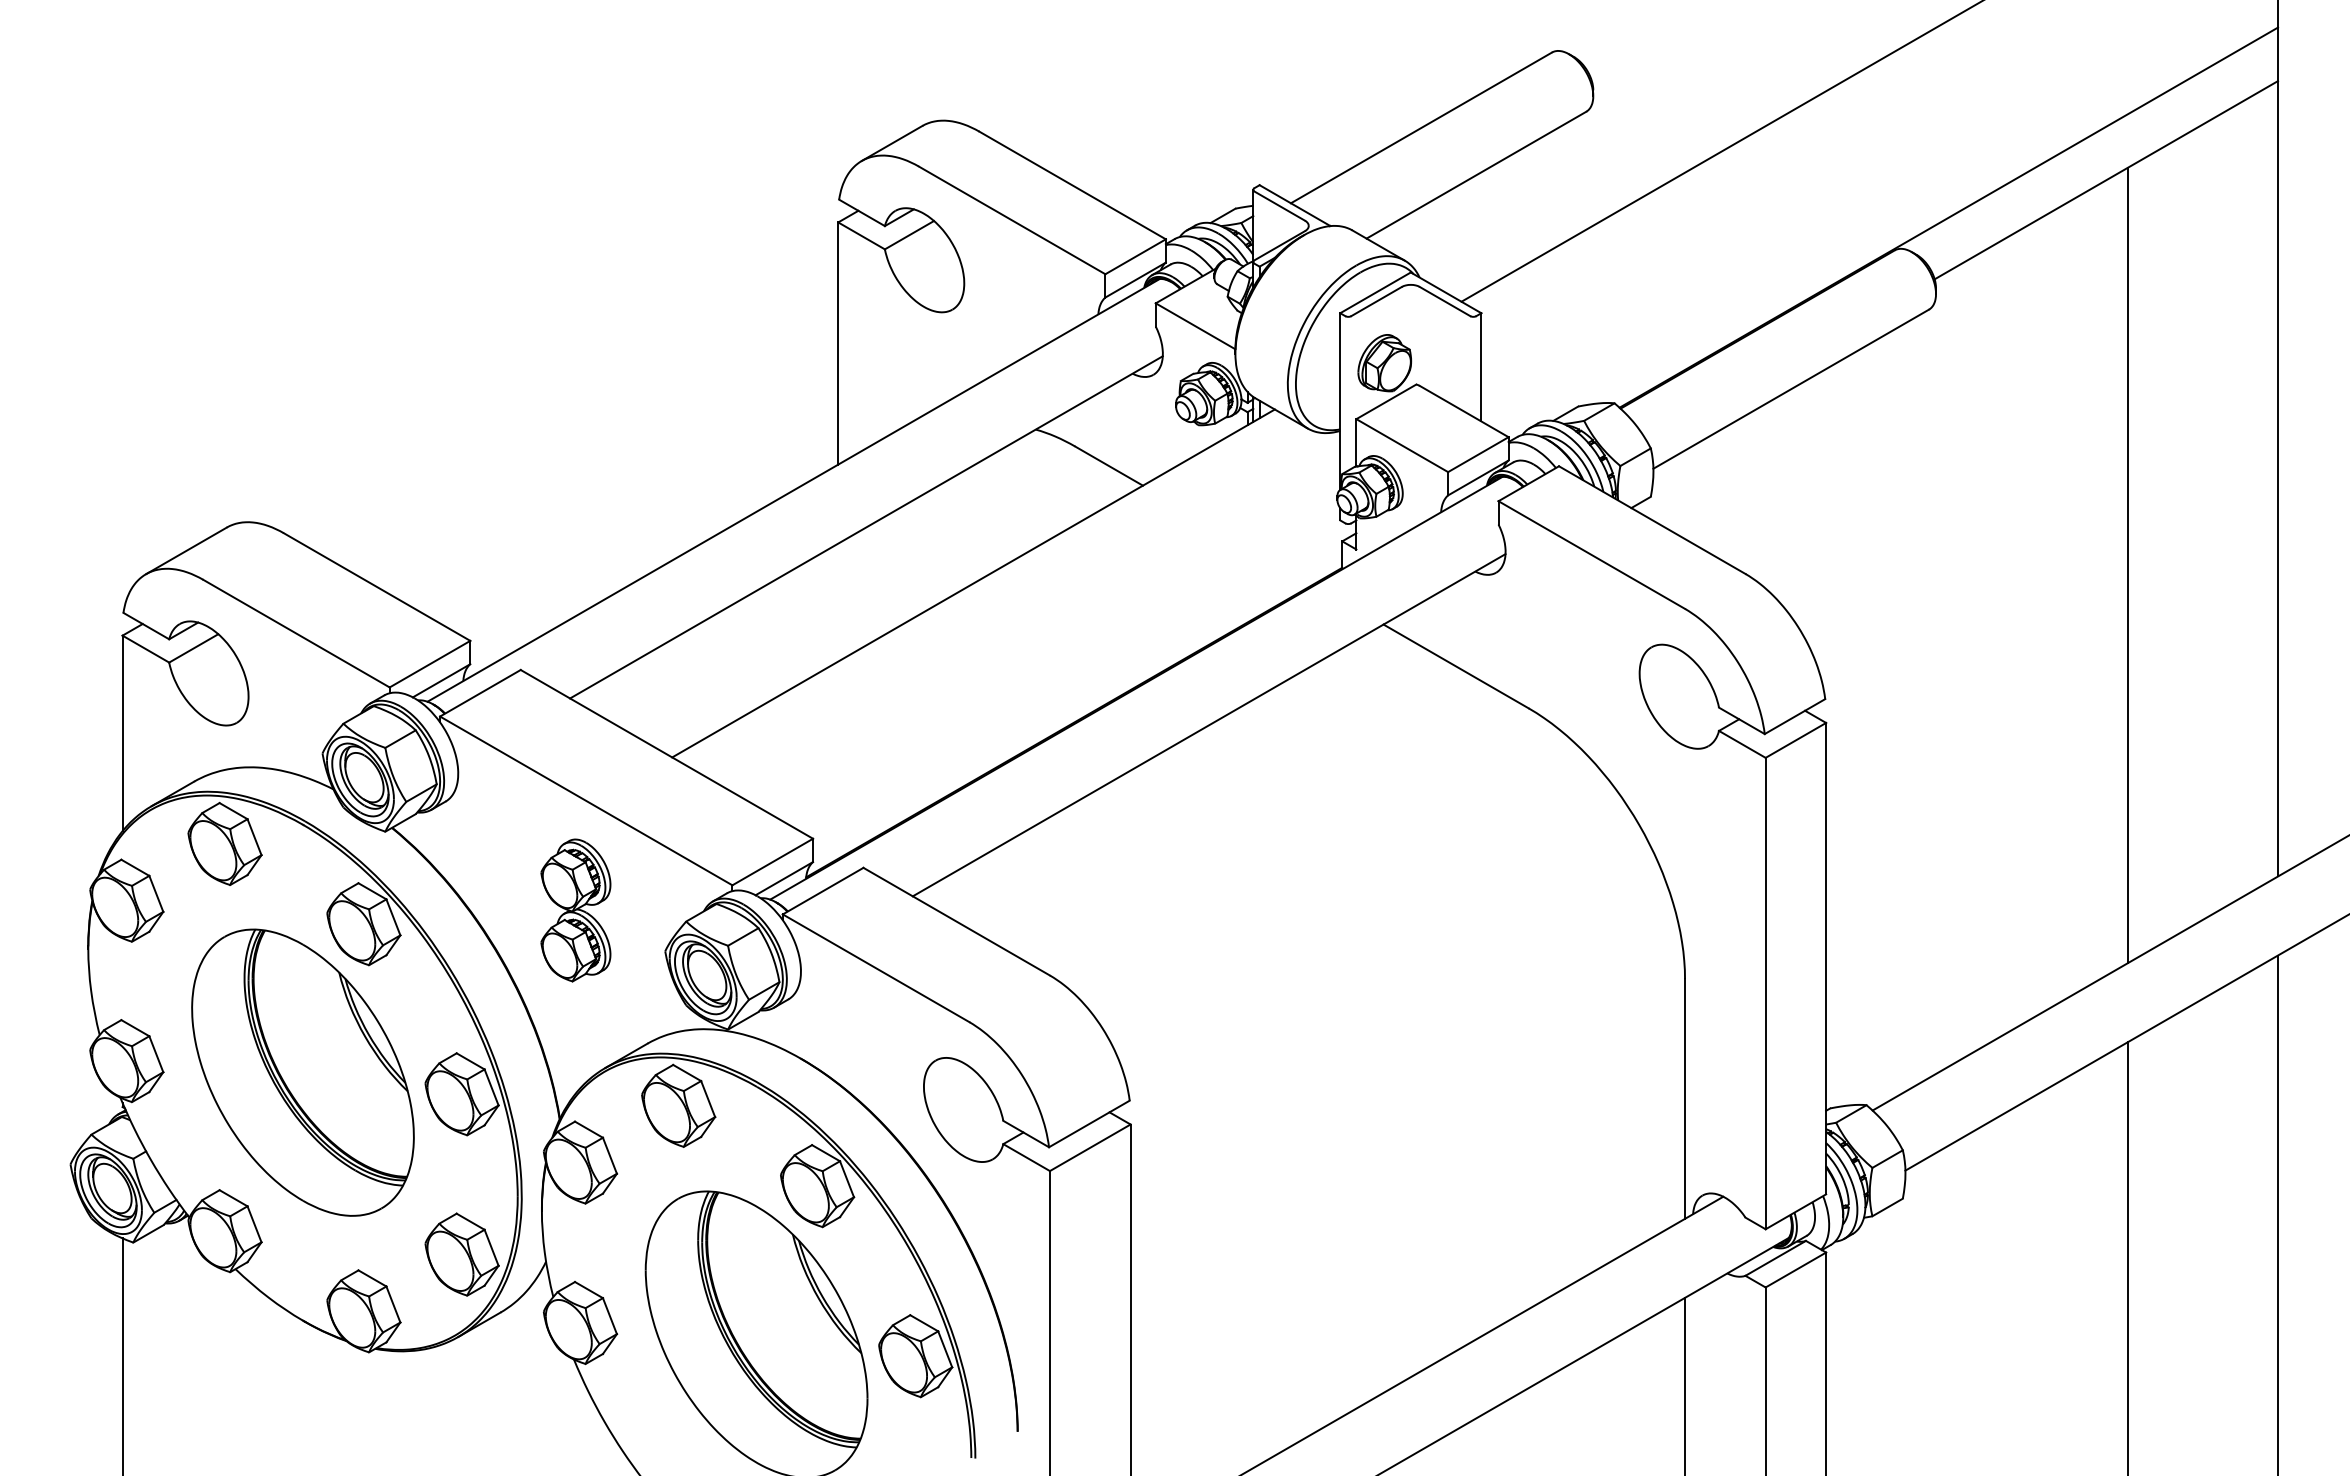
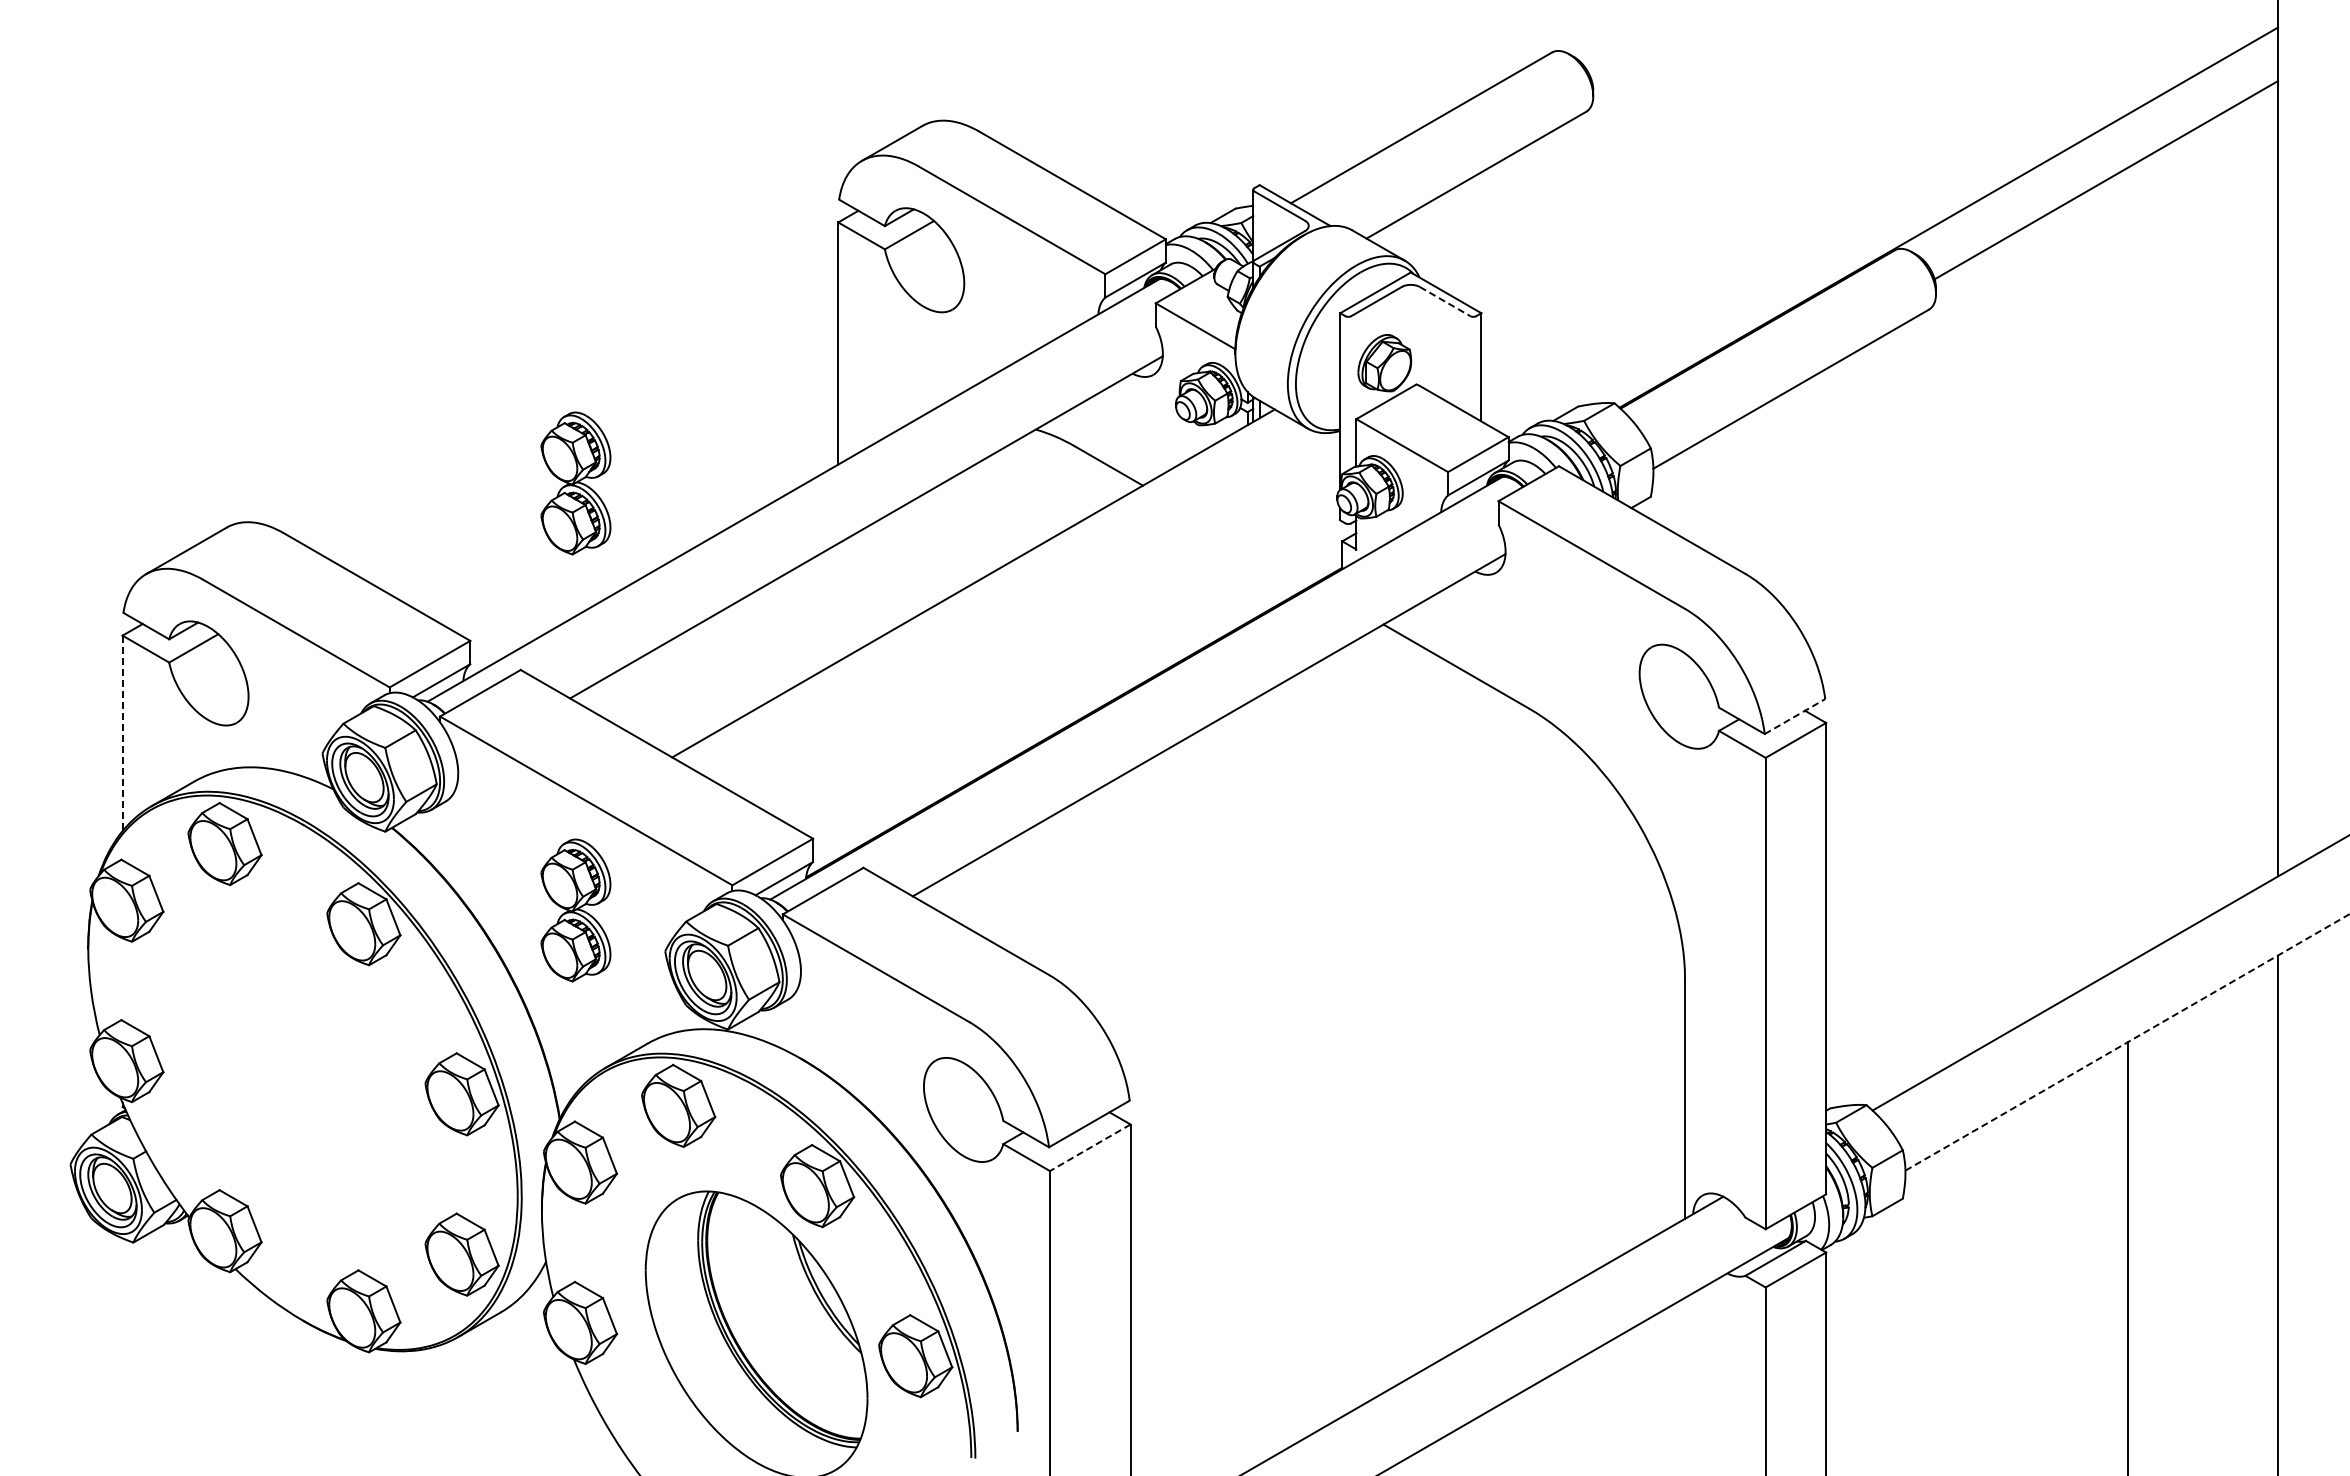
line at (1720, 151): present -> none
line at (1445, 301): solid -> dashed
part at (575, 483): none -> present
line at (2127, 565): present -> none
line at (1794, 716): solid -> dashed
line at (122, 733): solid -> dashed
line at (2127, 1042): solid -> dashed
part at (302, 1072): present -> none
line at (1090, 1147): solid -> dashed
line at (122, 1355): present -> none
line at (1685, 1384): present -> none
